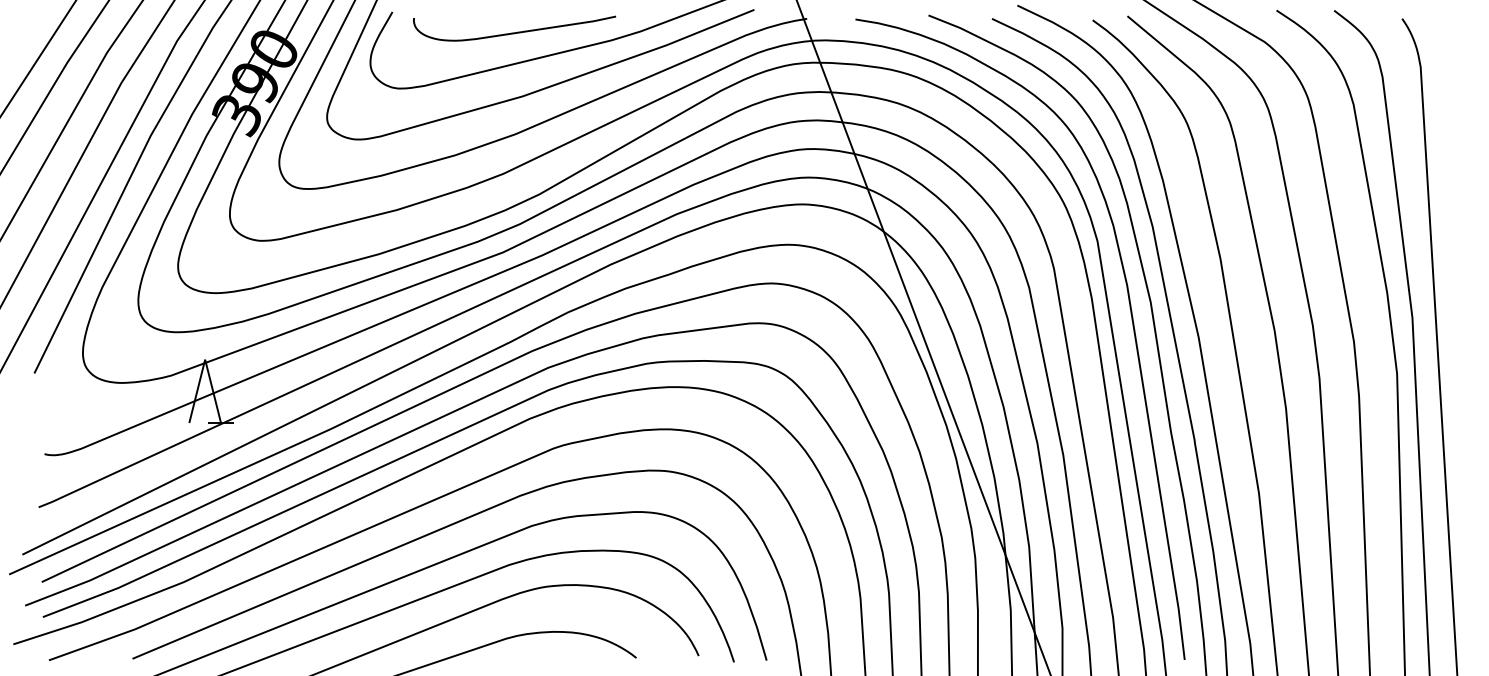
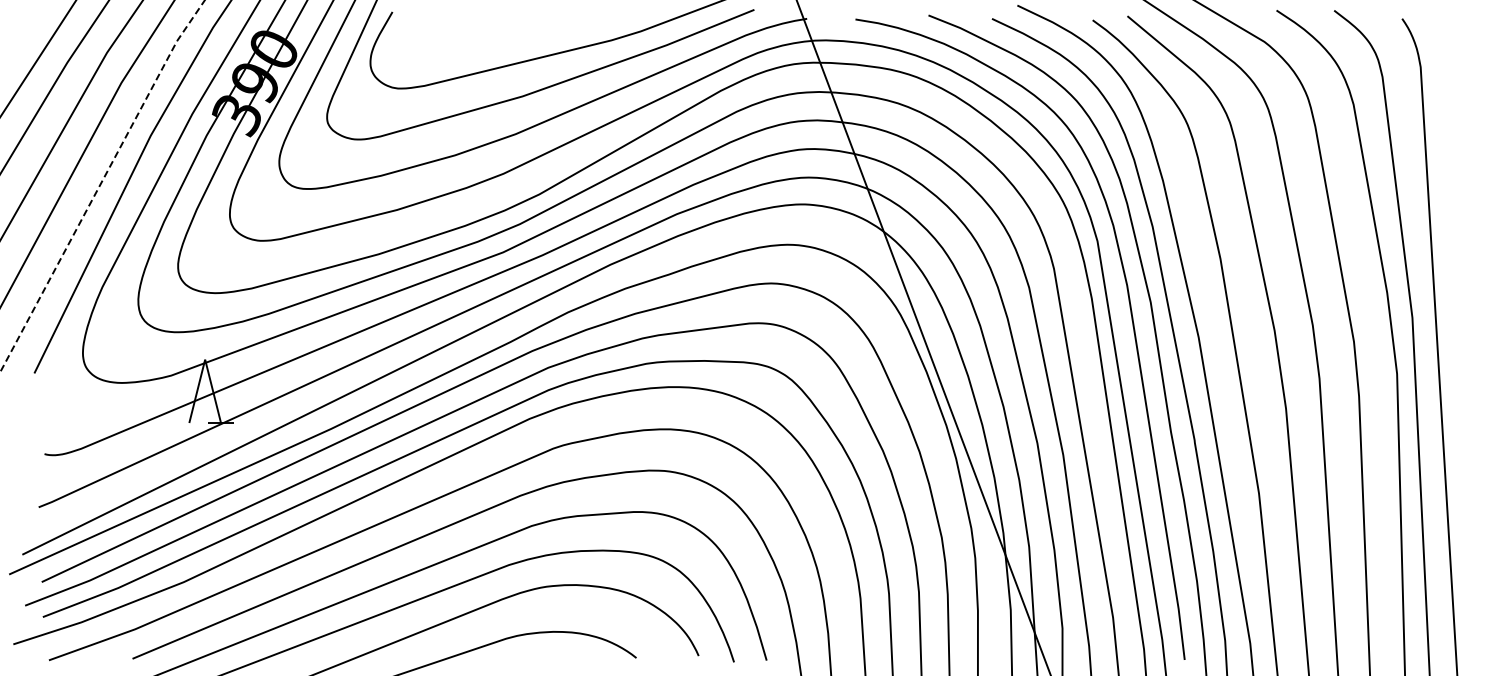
curve at (514, 32): present -> none
line at (100, 184): solid -> dashed
